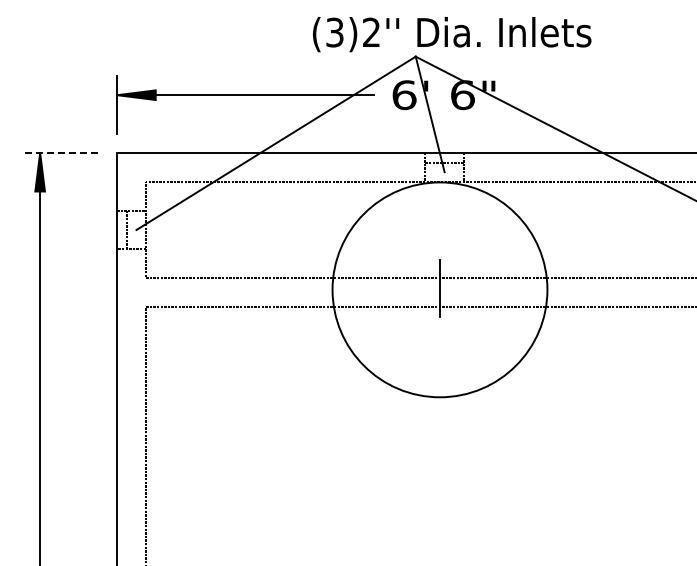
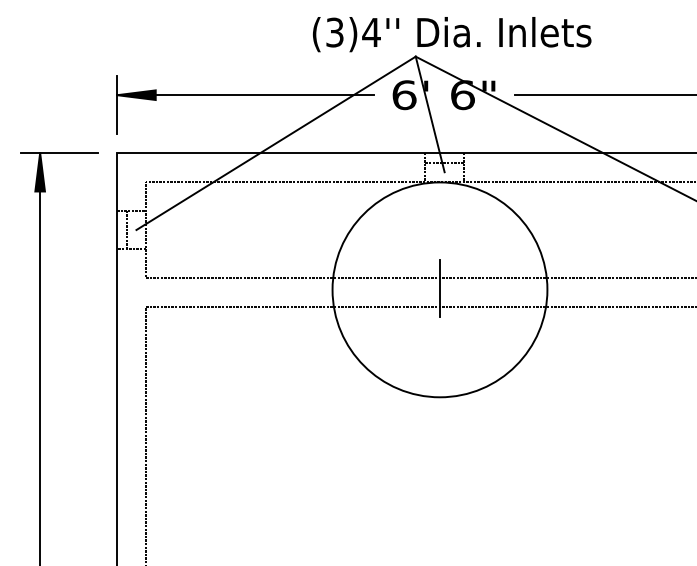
text at (371, 31): (3)2'' -> (3)4''
line at (603, 95): none -> present
line at (59, 152): dashed -> solid
